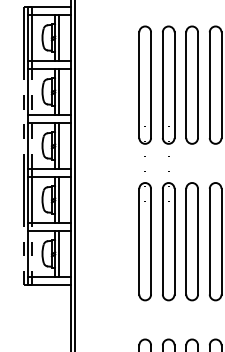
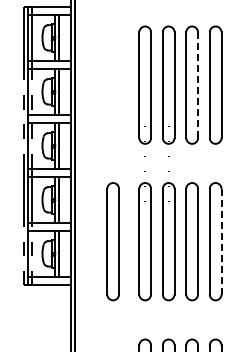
line at (198, 85): solid -> dashed
part at (112, 241): none -> present
line at (221, 241): solid -> dashed
